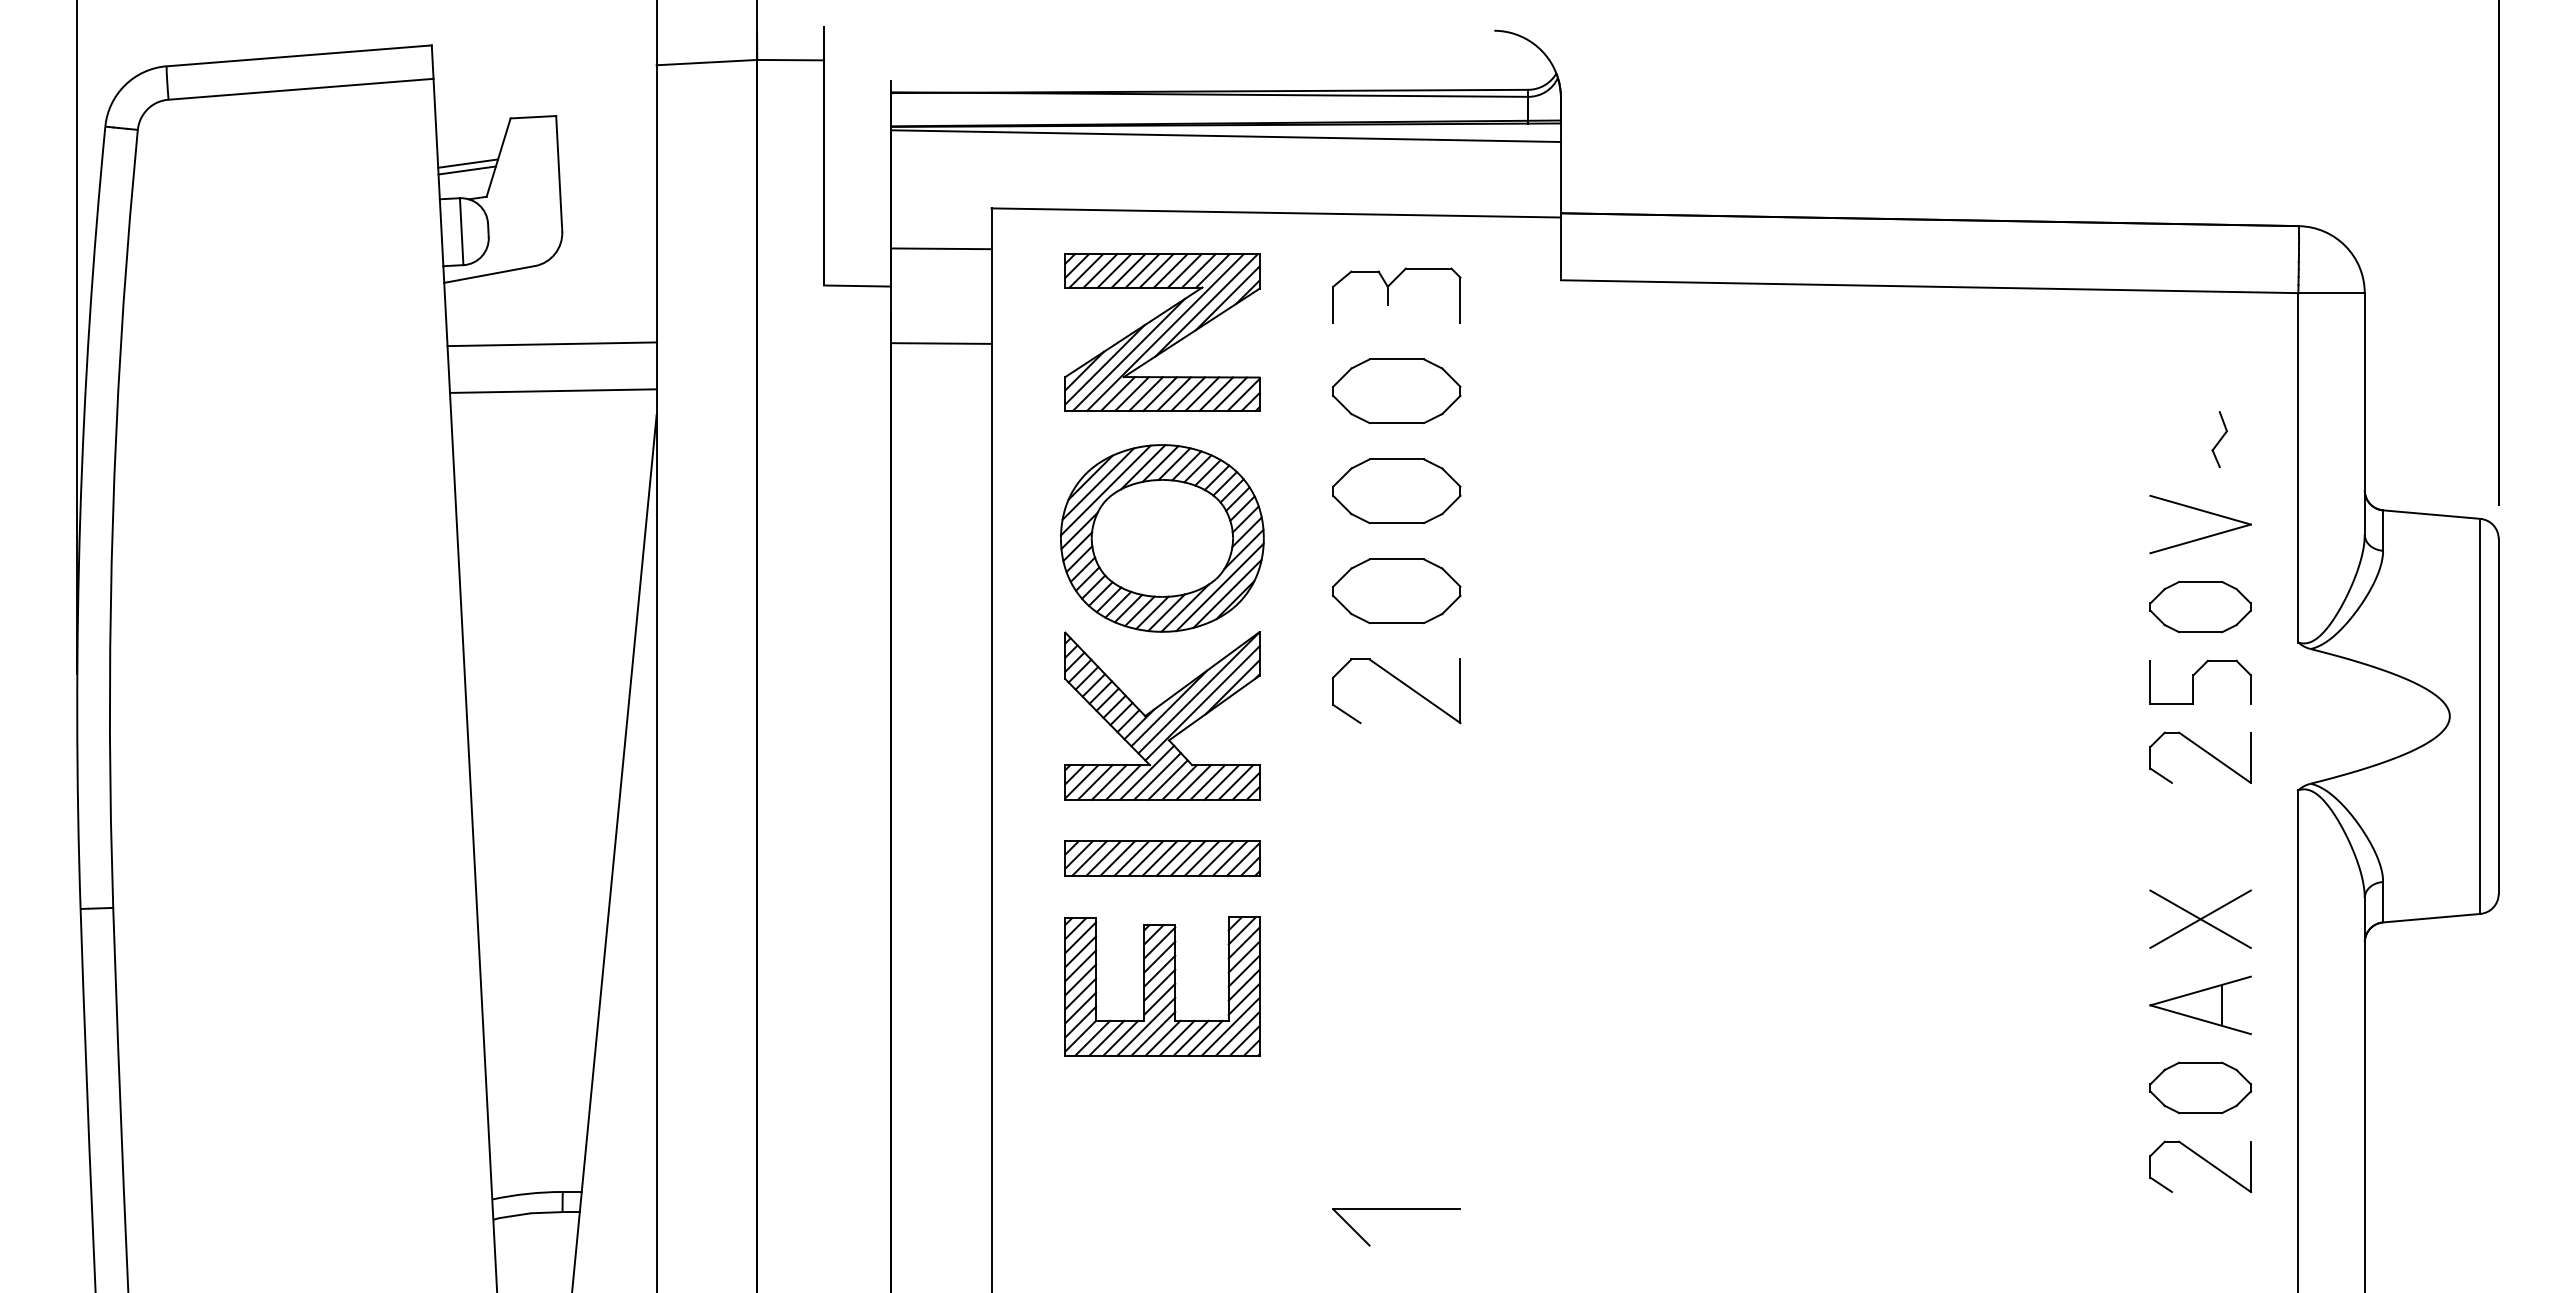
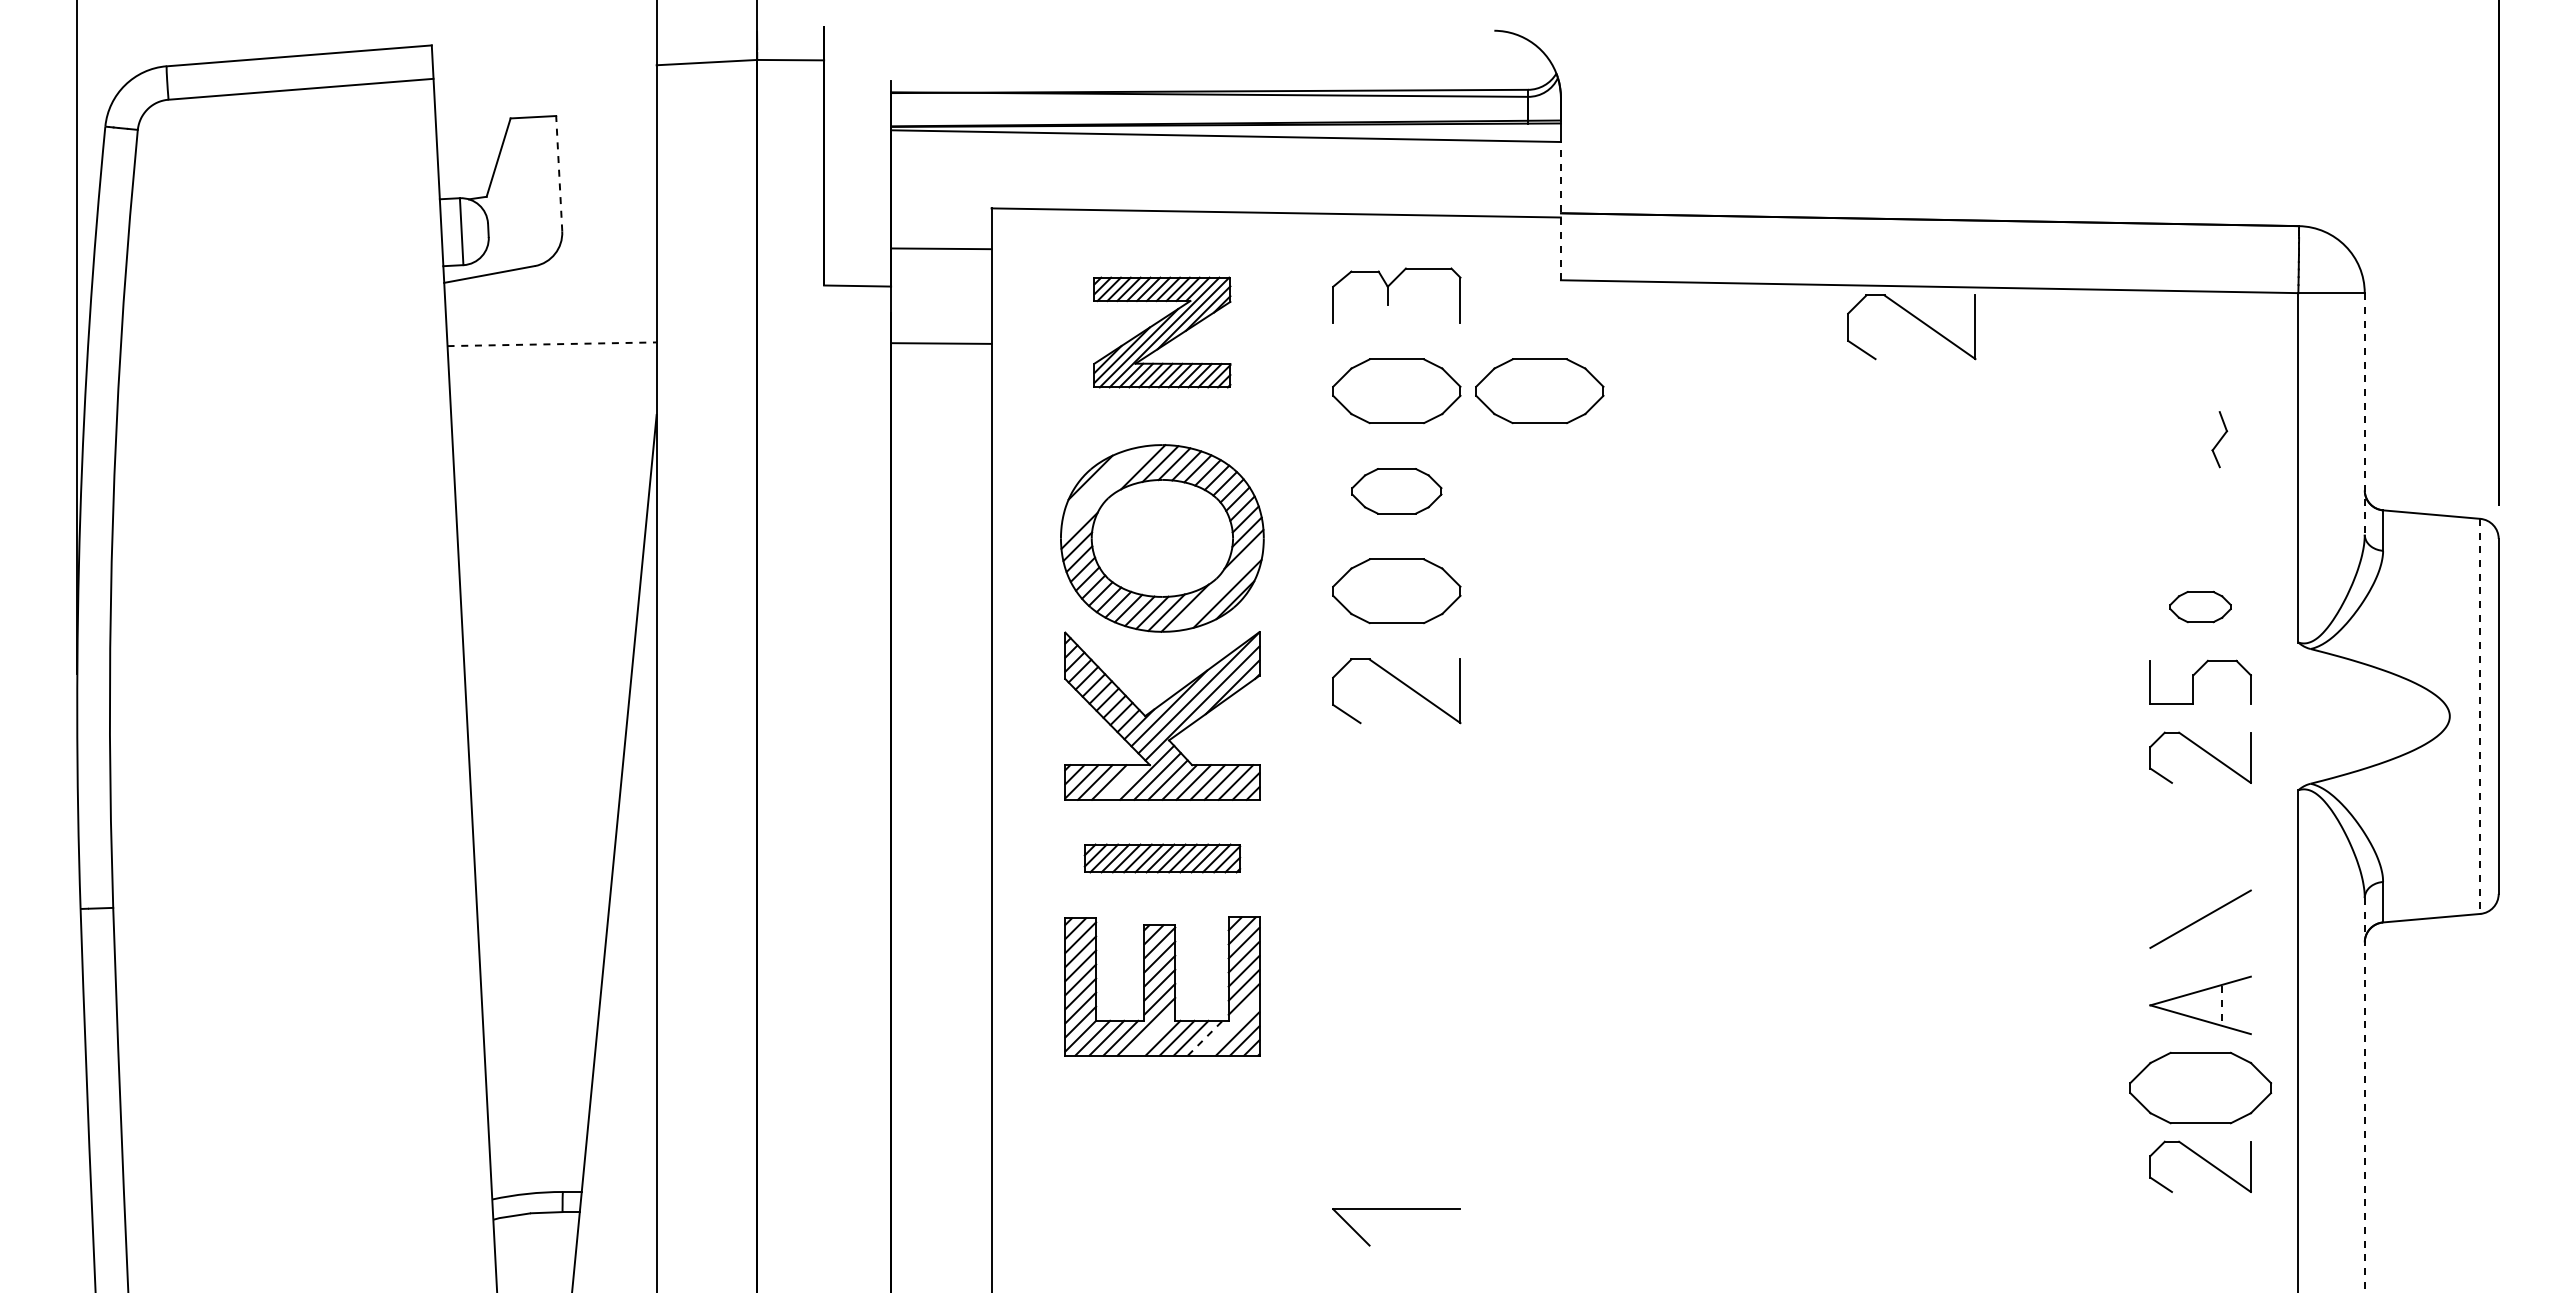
line at (468, 163): present -> none
line at (466, 170): present -> none
line at (559, 173): solid -> dashed
line at (1560, 210): solid -> dashed
part at (1915, 318): none -> present
part at (1162, 332) size: 197x159 px -> 139x113 px
line at (552, 344): solid -> dashed
line at (552, 390): present -> none
part at (1539, 391): none -> present
line at (2364, 413): solid -> dashed
line at (1097, 483): present -> none
line at (1105, 490): present -> none
part at (1396, 491) size: 130x67 px -> 92x47 px
part at (2204, 512): present -> none
line at (1219, 587): present -> none
part at (2200, 606) size: 103x54 px -> 63x33 px
line at (2480, 716): solid -> dashed
line at (1123, 782): present -> none
part at (1162, 858) size: 197x37 px -> 159x31 px
line at (2200, 918): present -> none
line at (2222, 1005): solid -> dashed
line at (1230, 1026): present -> none
line at (1153, 1033): present -> none
line at (1205, 1038): solid -> dashed
part at (2200, 1087) size: 103x53 px -> 144x74 px
line at (2364, 1095): solid -> dashed
